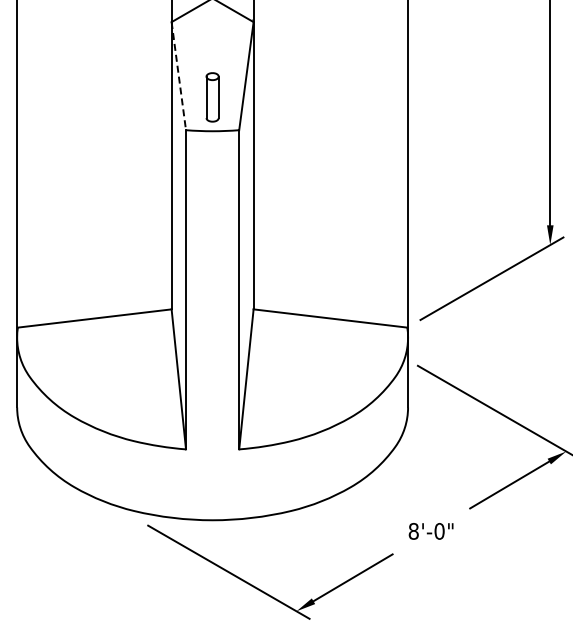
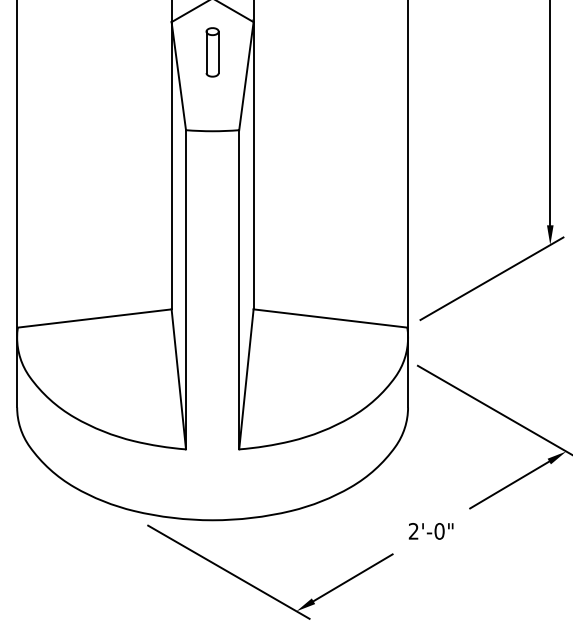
line at (178, 76): dashed -> solid
part at (212, 97) position: (212, 97) -> (212, 52)
text at (413, 531): 8'-0" -> 2'-0"
